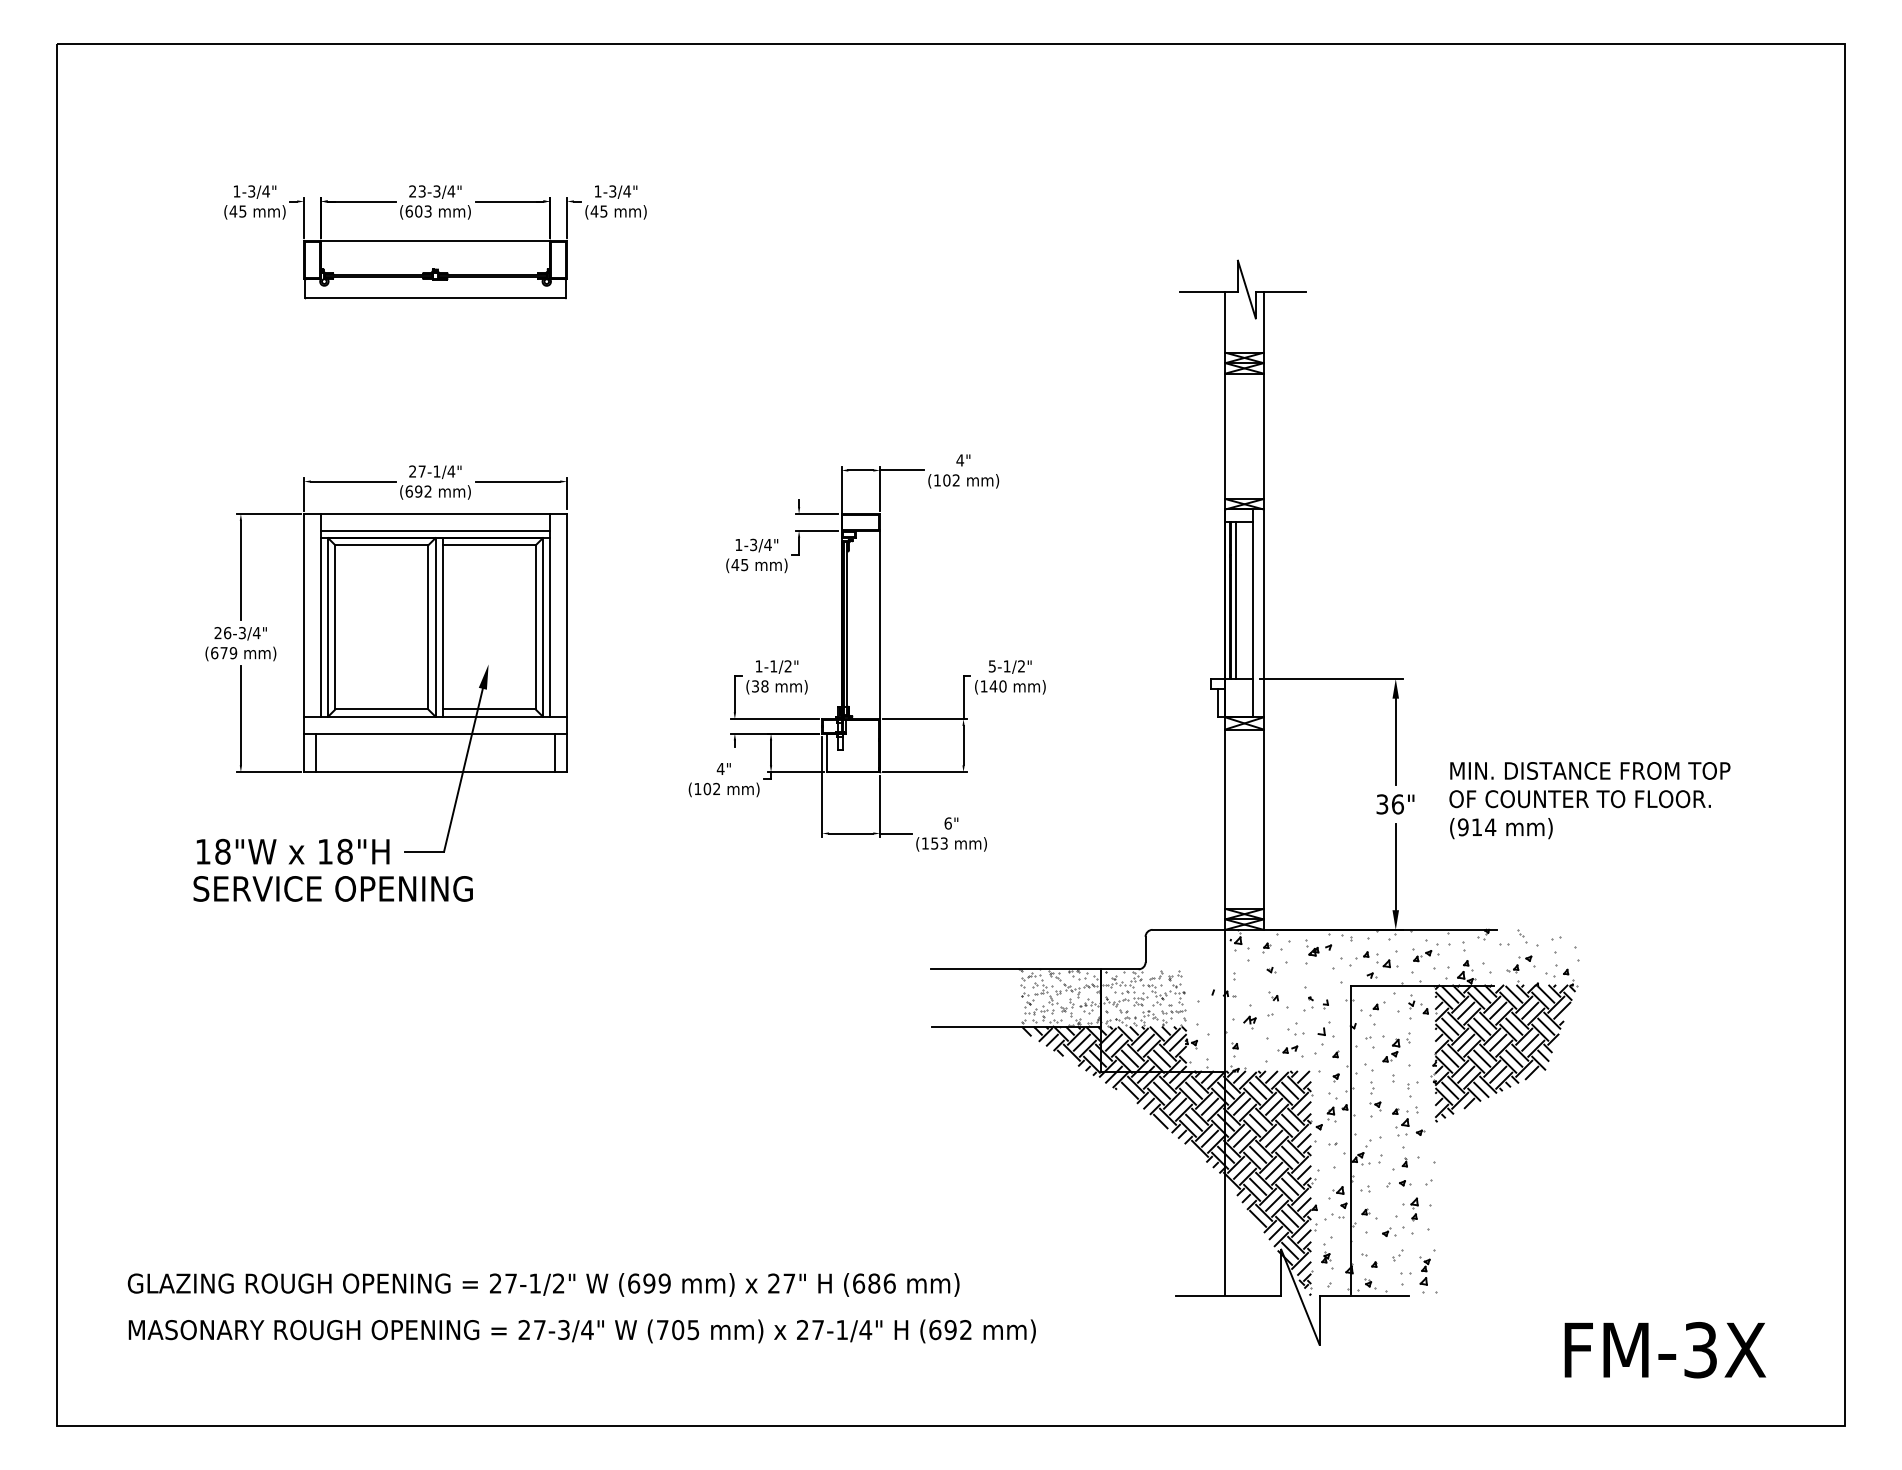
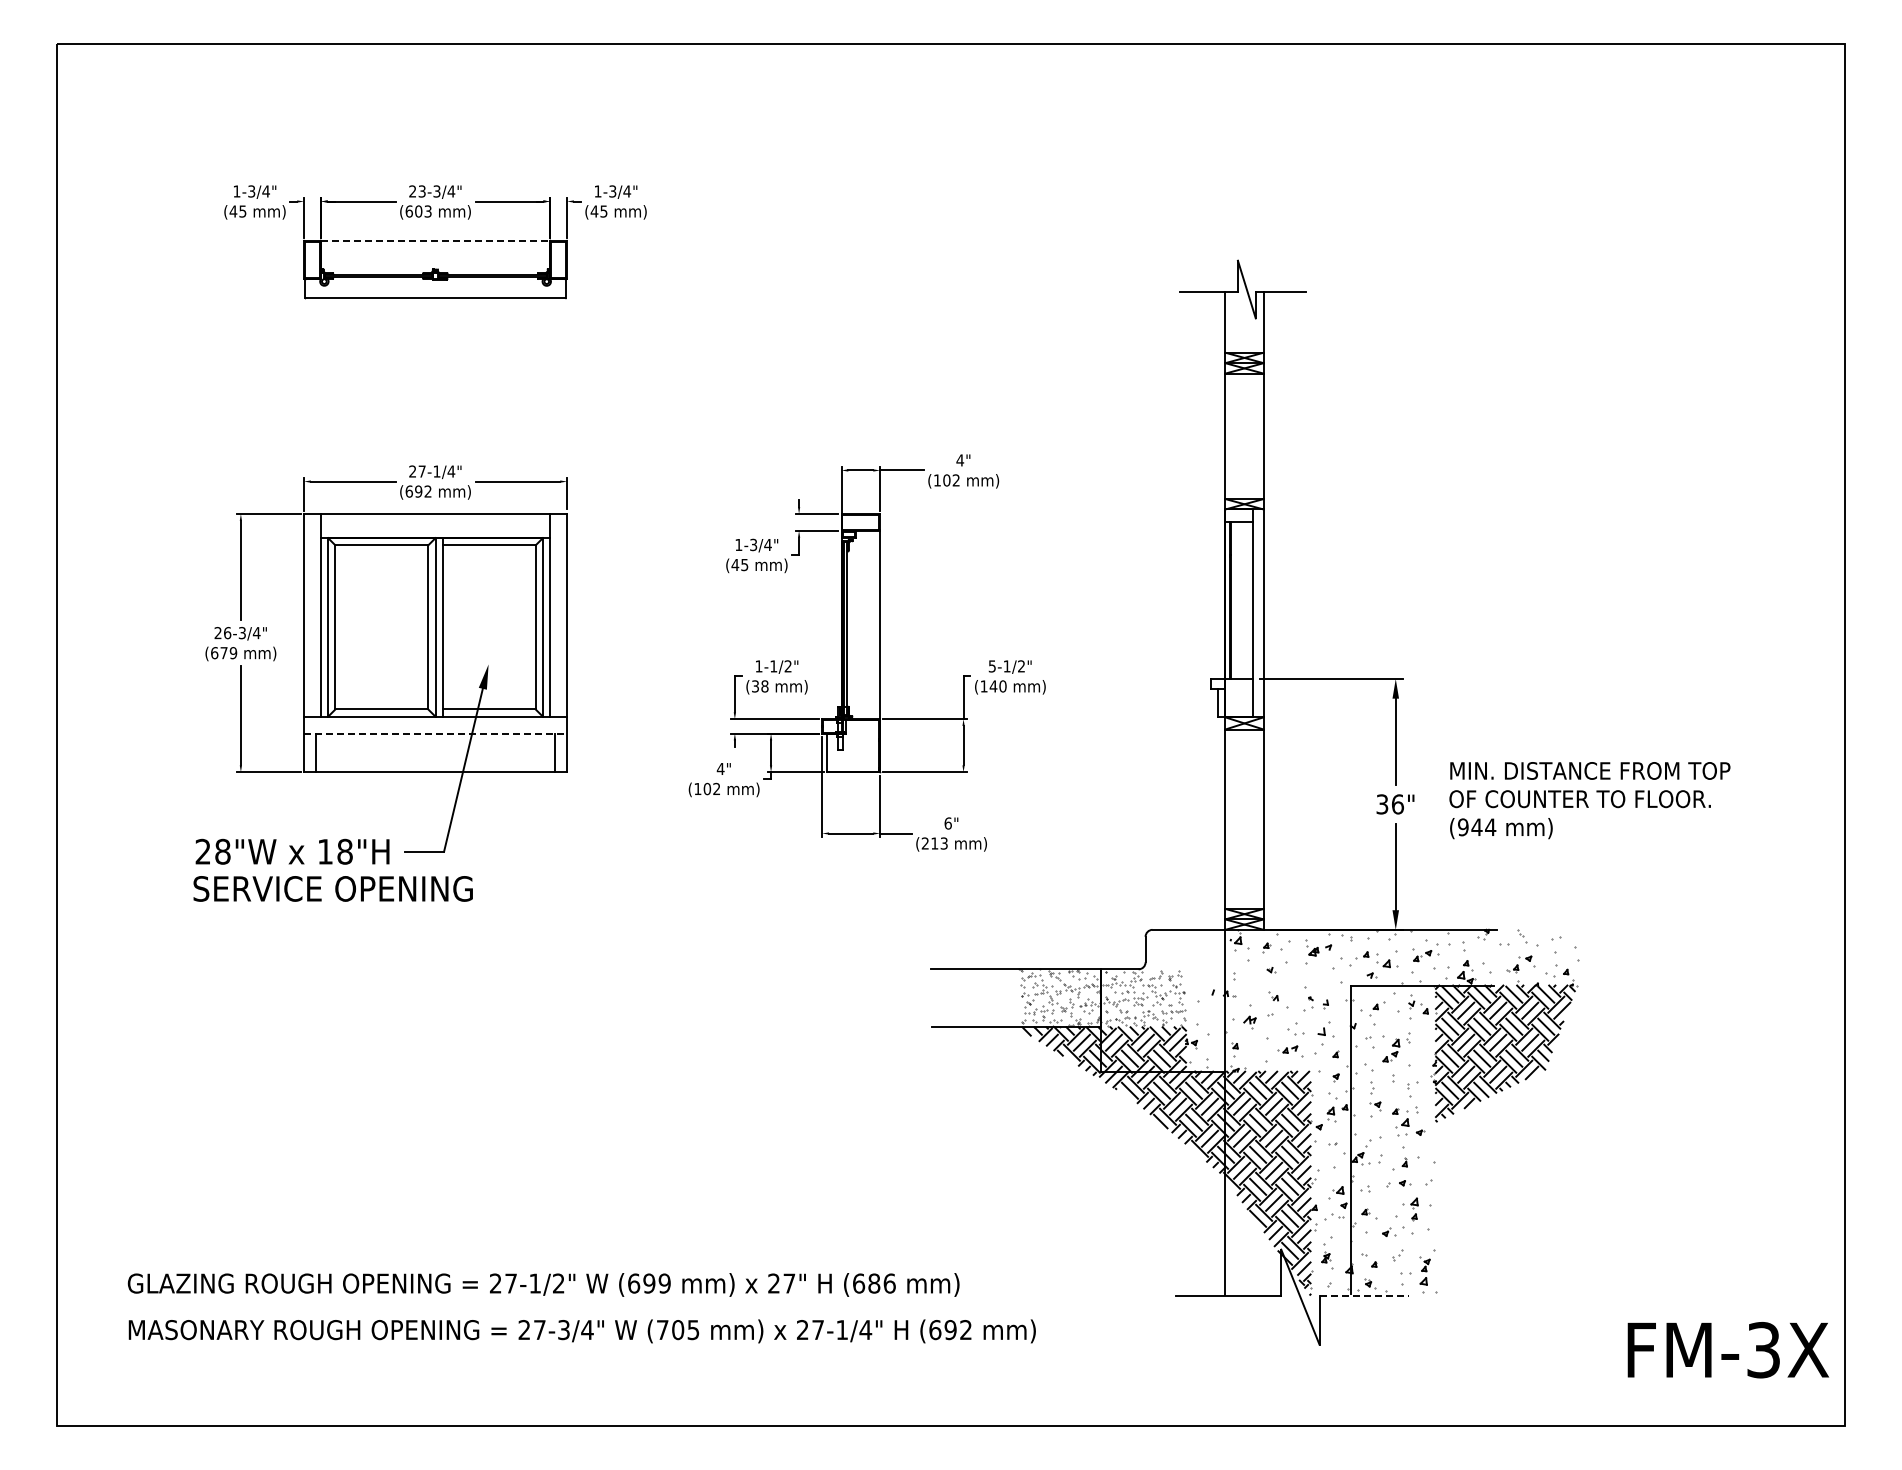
line at (436, 240): solid -> dashed
line at (435, 530): present -> none
line at (1235, 600): present -> none
line at (435, 733): solid -> dashed
text at (1476, 826): (914 -> (944
text at (929, 843): (153 -> (213
text at (202, 851): 18"W -> 28"W
line at (1364, 1296): solid -> dashed
text at (1664, 1350) position: (1664, 1350) -> (1727, 1350)
